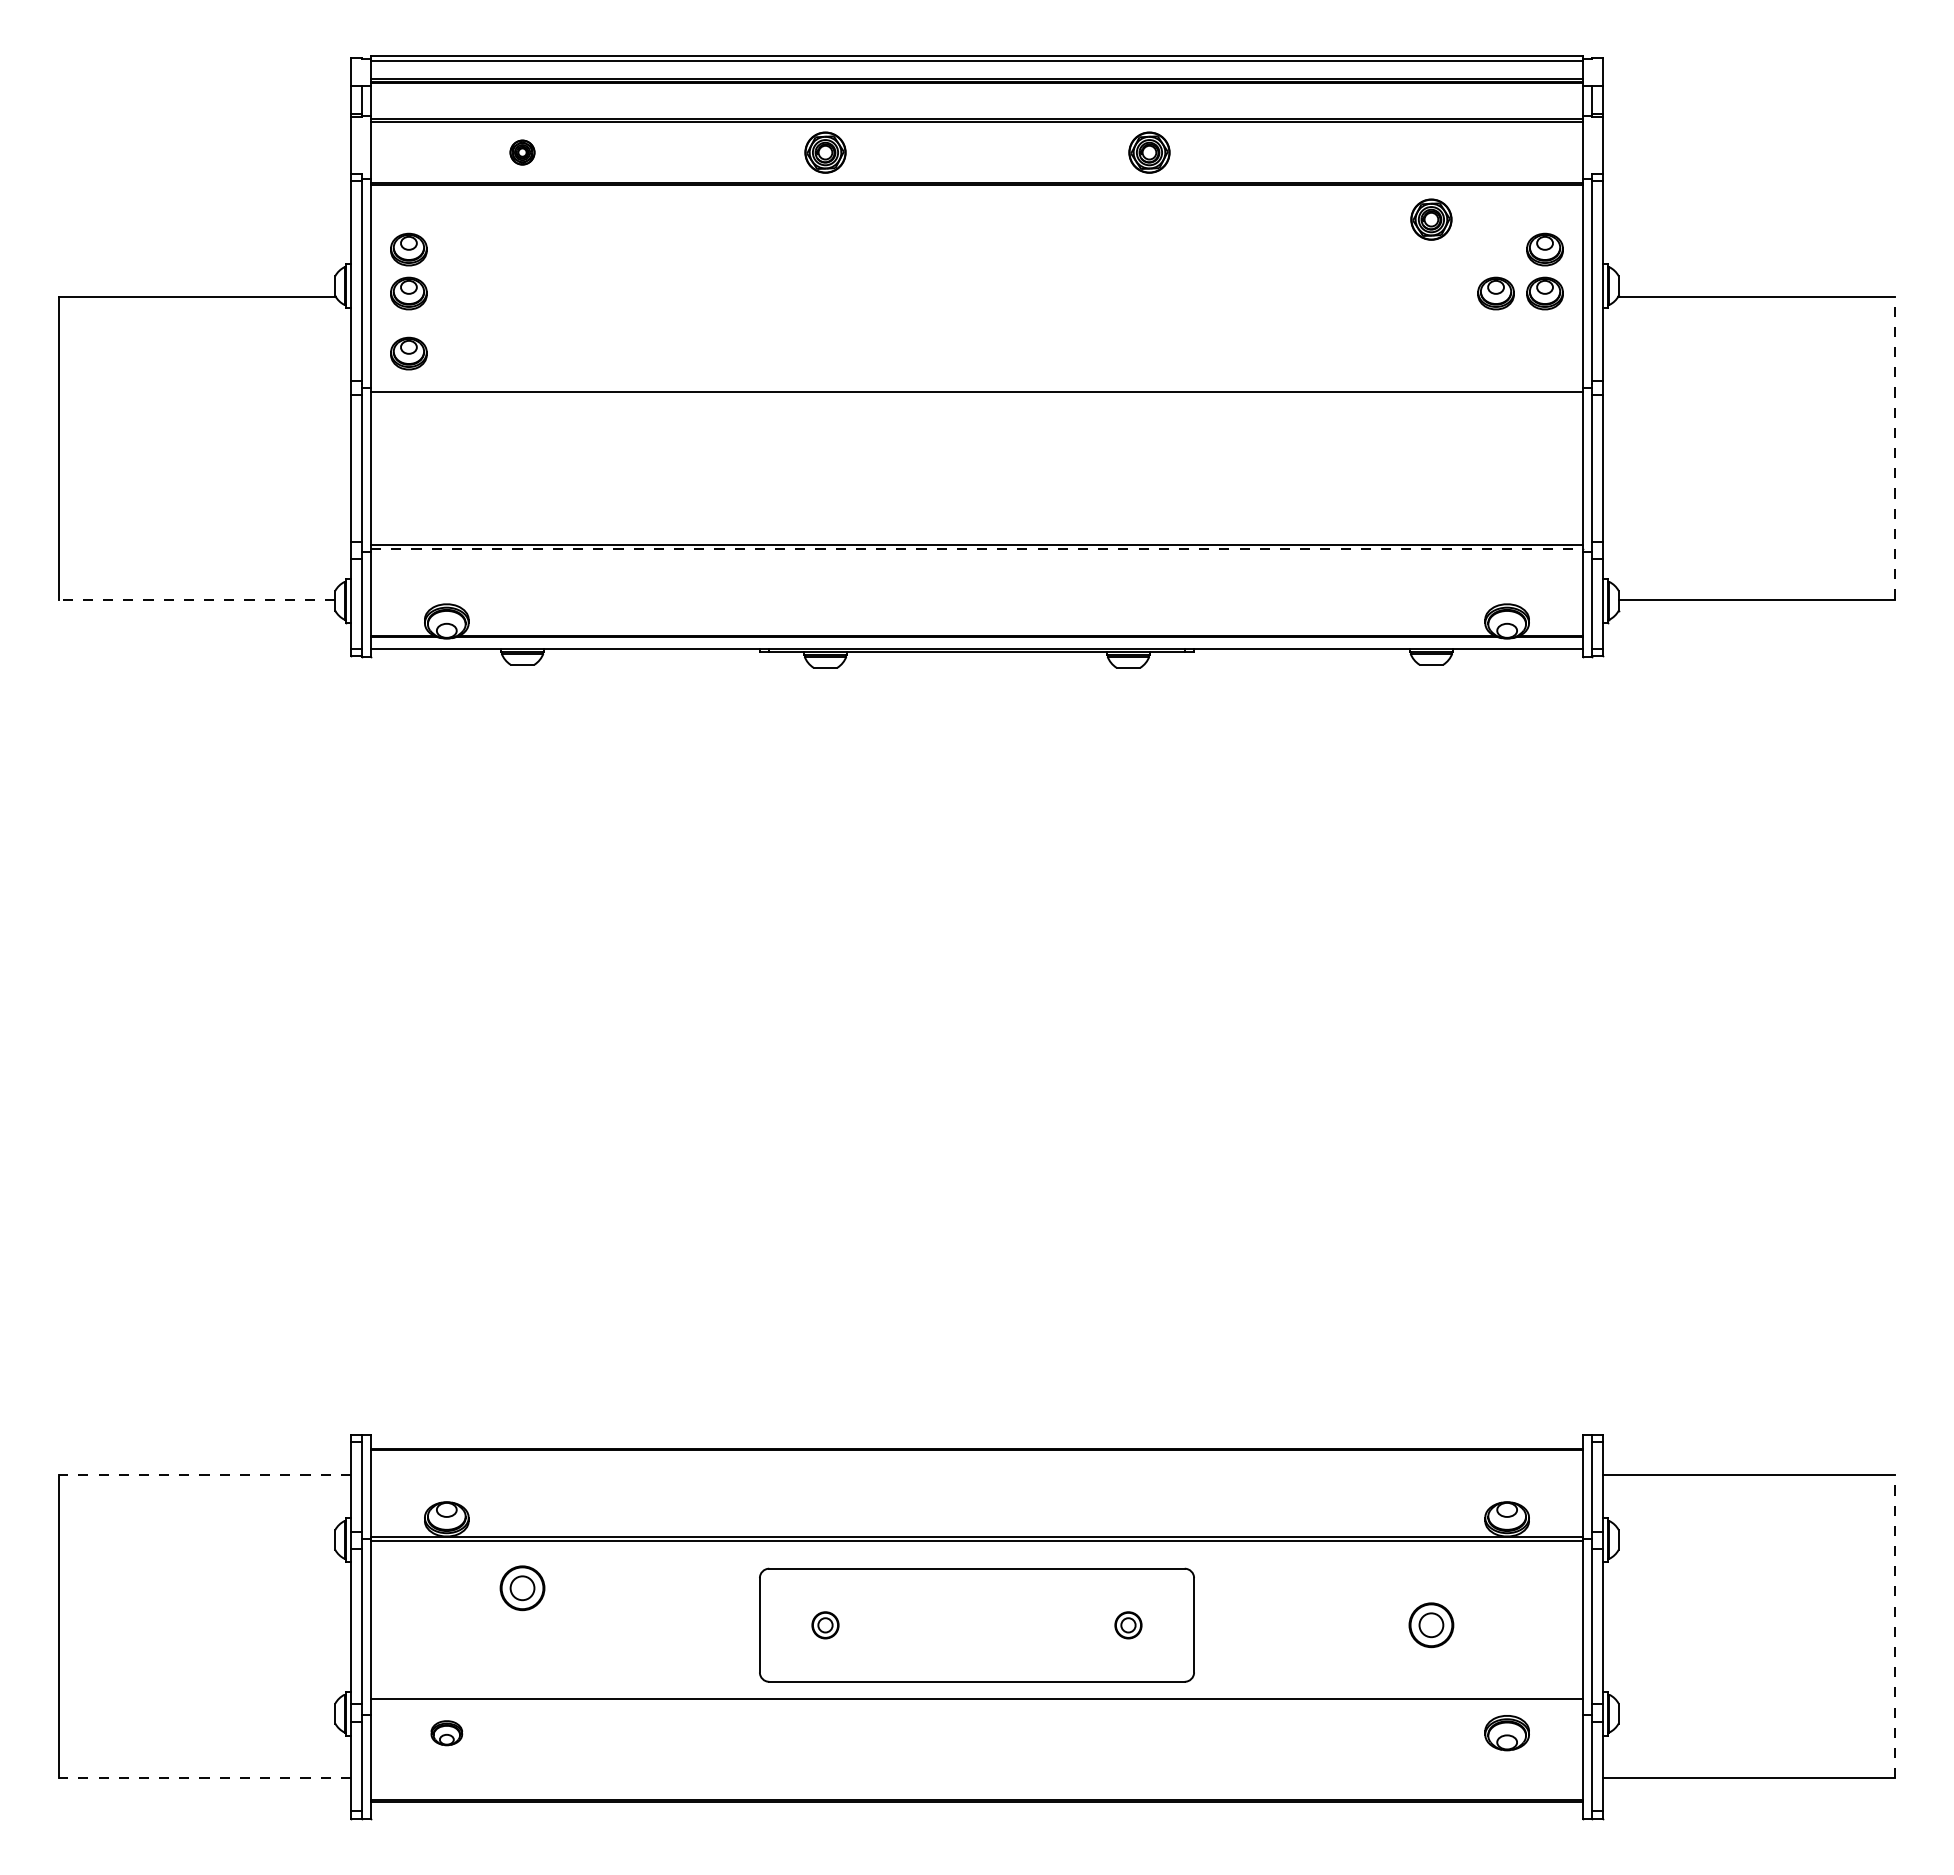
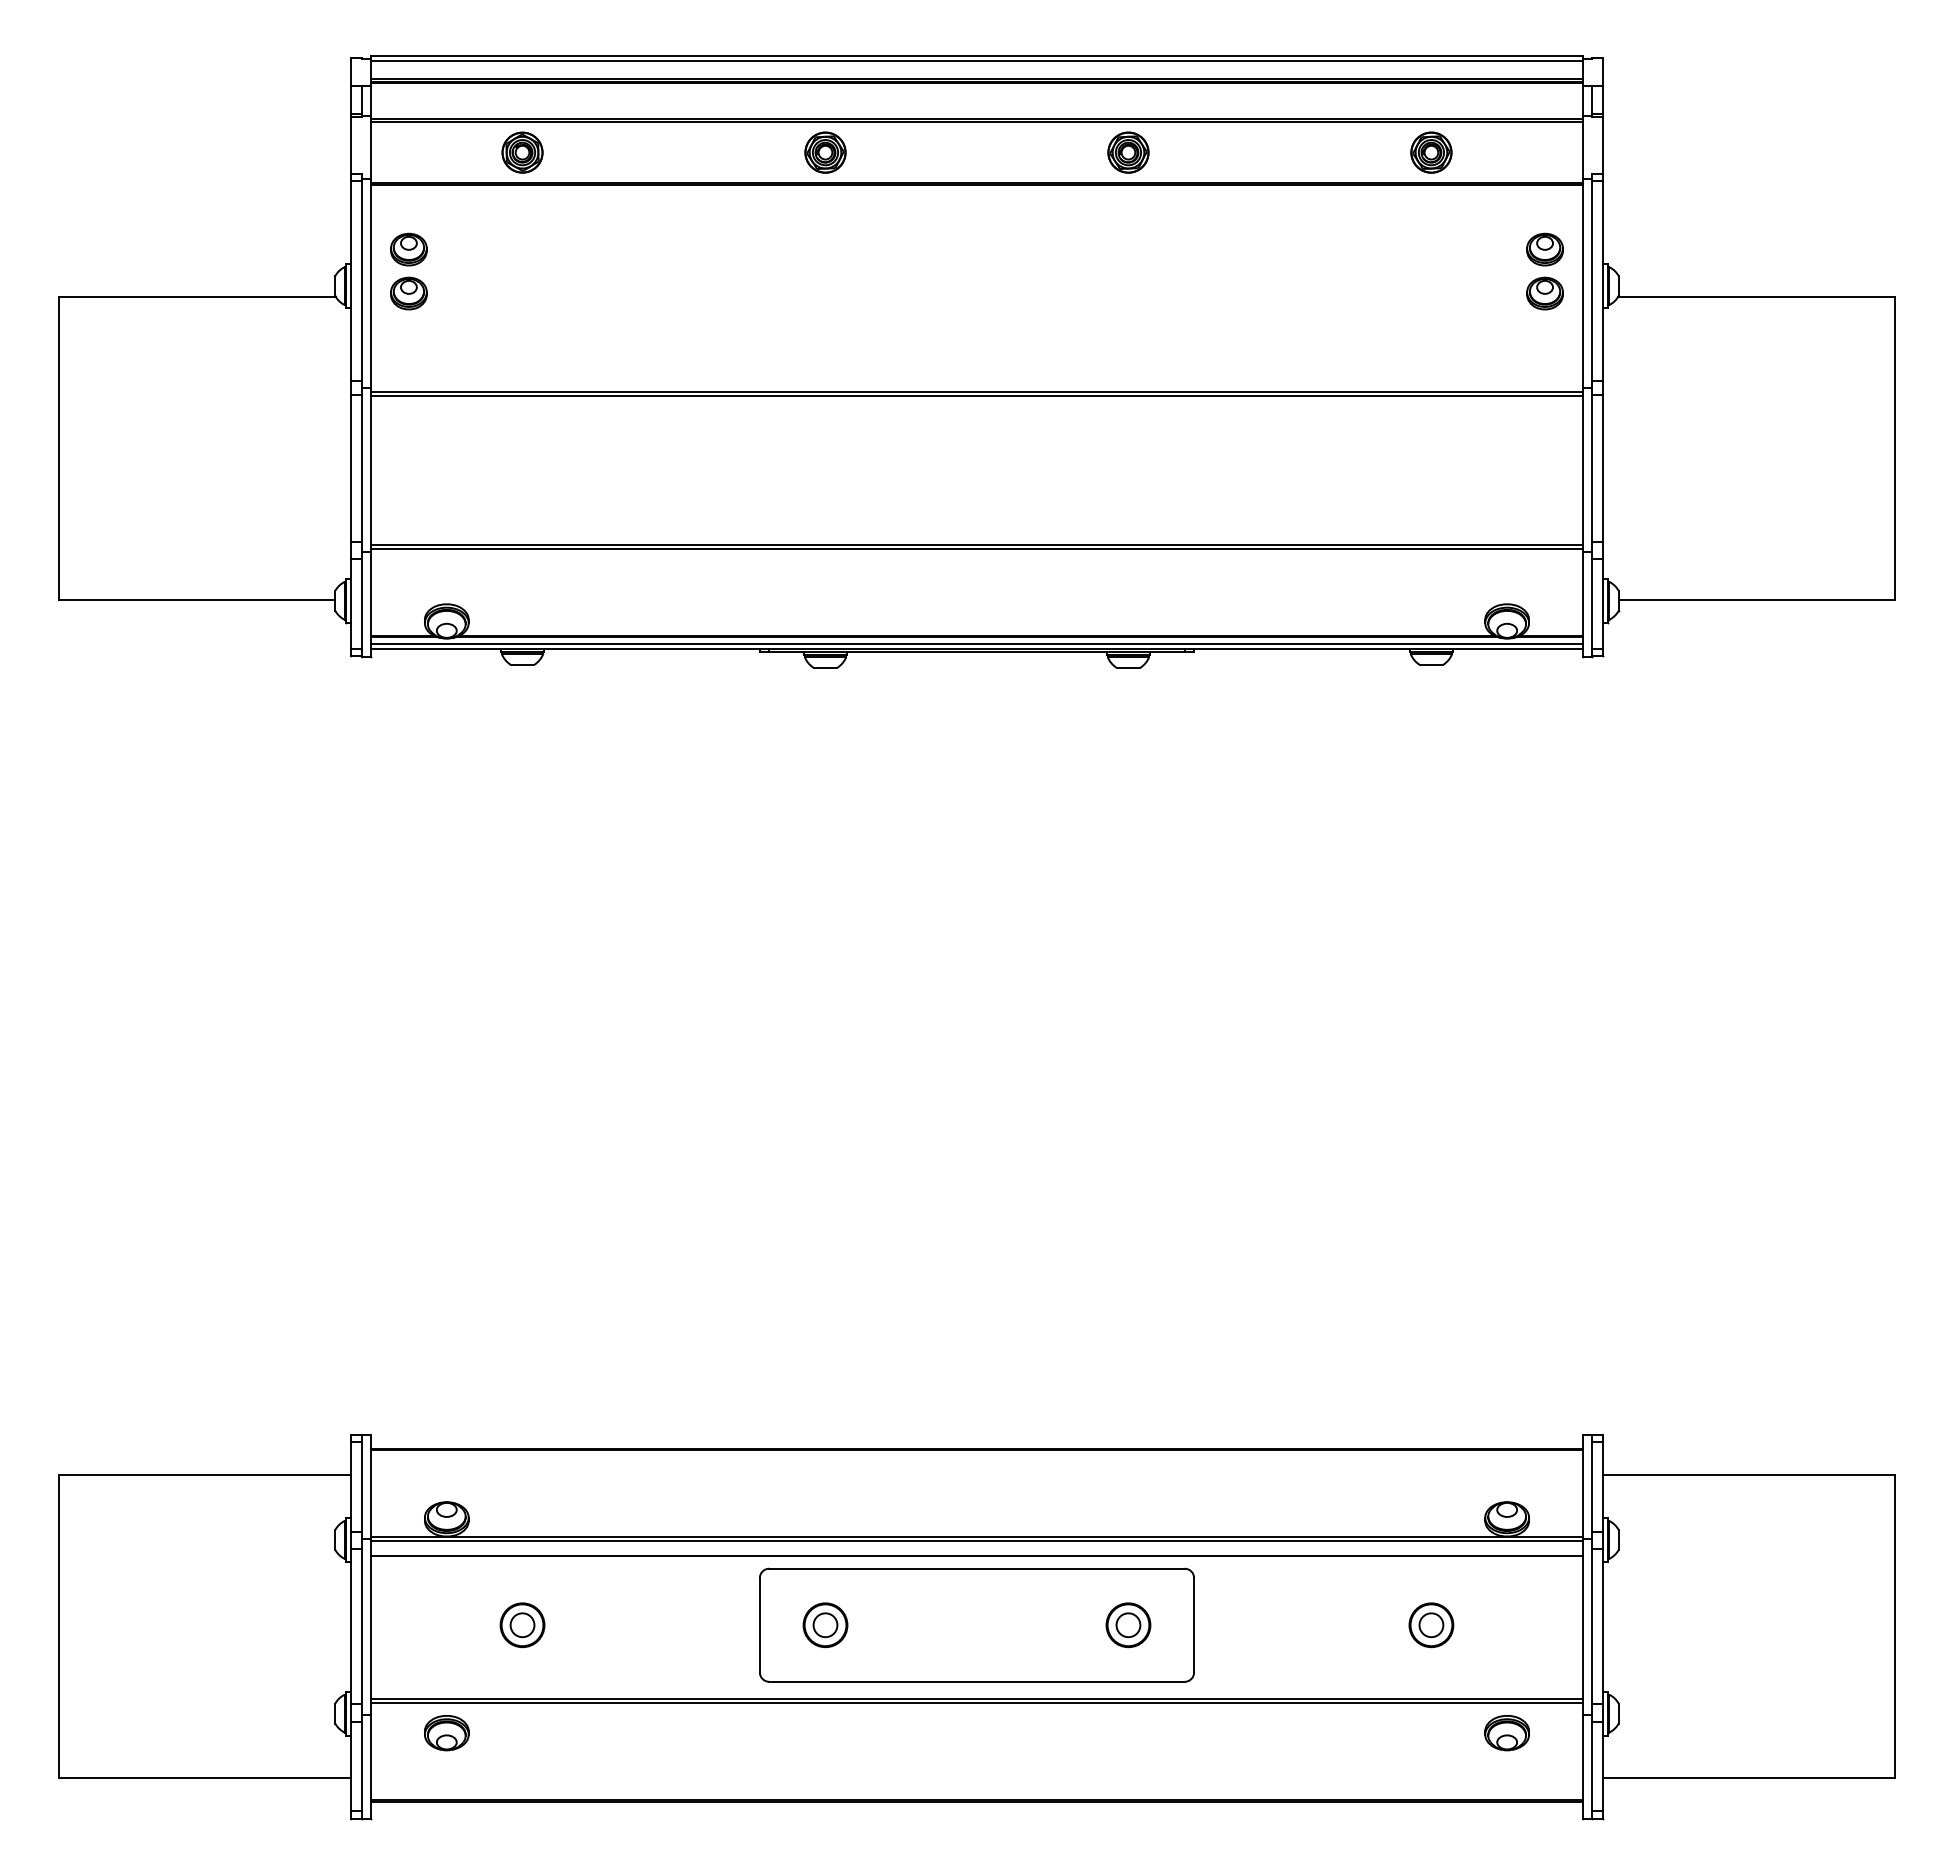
part at (522, 152) size: 27x27 px -> 43x43 px
part at (1149, 152) position: (1149, 152) -> (1128, 152)
part at (1431, 219) position: (1431, 219) -> (1431, 152)
part at (1495, 293): present -> none
part at (408, 353): present -> none
line at (976, 395): none -> present
line at (1895, 447): dashed -> solid
line at (976, 549): dashed -> solid
line at (196, 599): dashed -> solid
line at (976, 643): none -> present
line at (204, 1475): dashed -> solid
line at (976, 1555): none -> present
part at (522, 1588) position: (522, 1588) -> (522, 1625)
part at (825, 1625) size: 29x29 px -> 47x47 px
part at (1128, 1625) size: 29x29 px -> 47x47 px
line at (1895, 1626): dashed -> solid
line at (976, 1702): none -> present
part at (446, 1733) size: 34x27 px -> 46x37 px
line at (204, 1778): dashed -> solid
